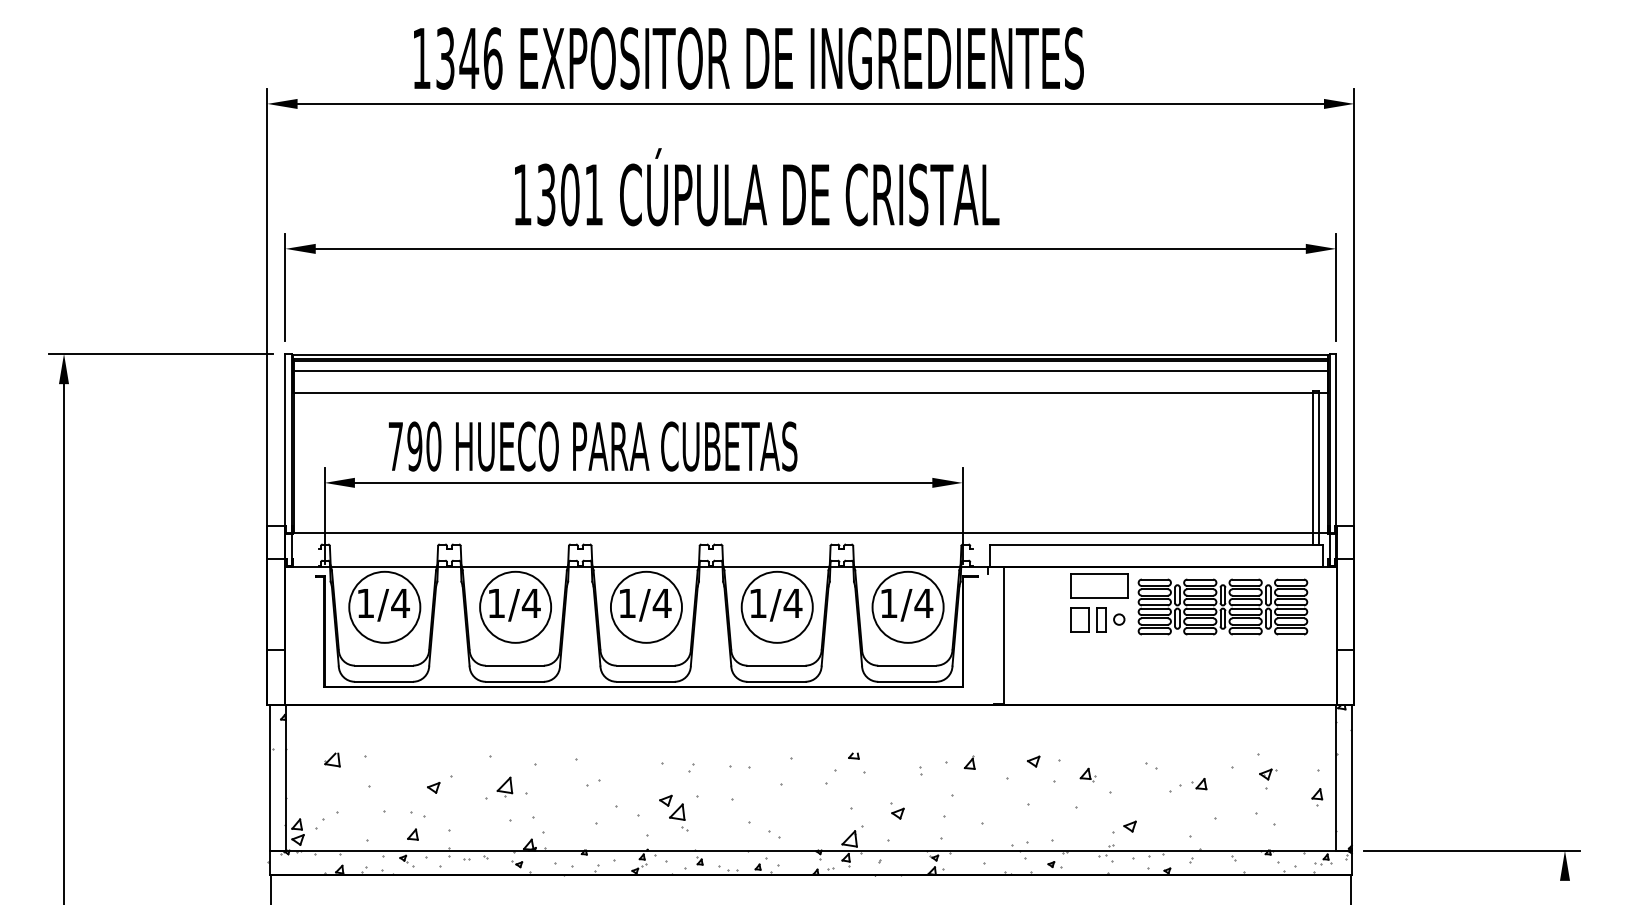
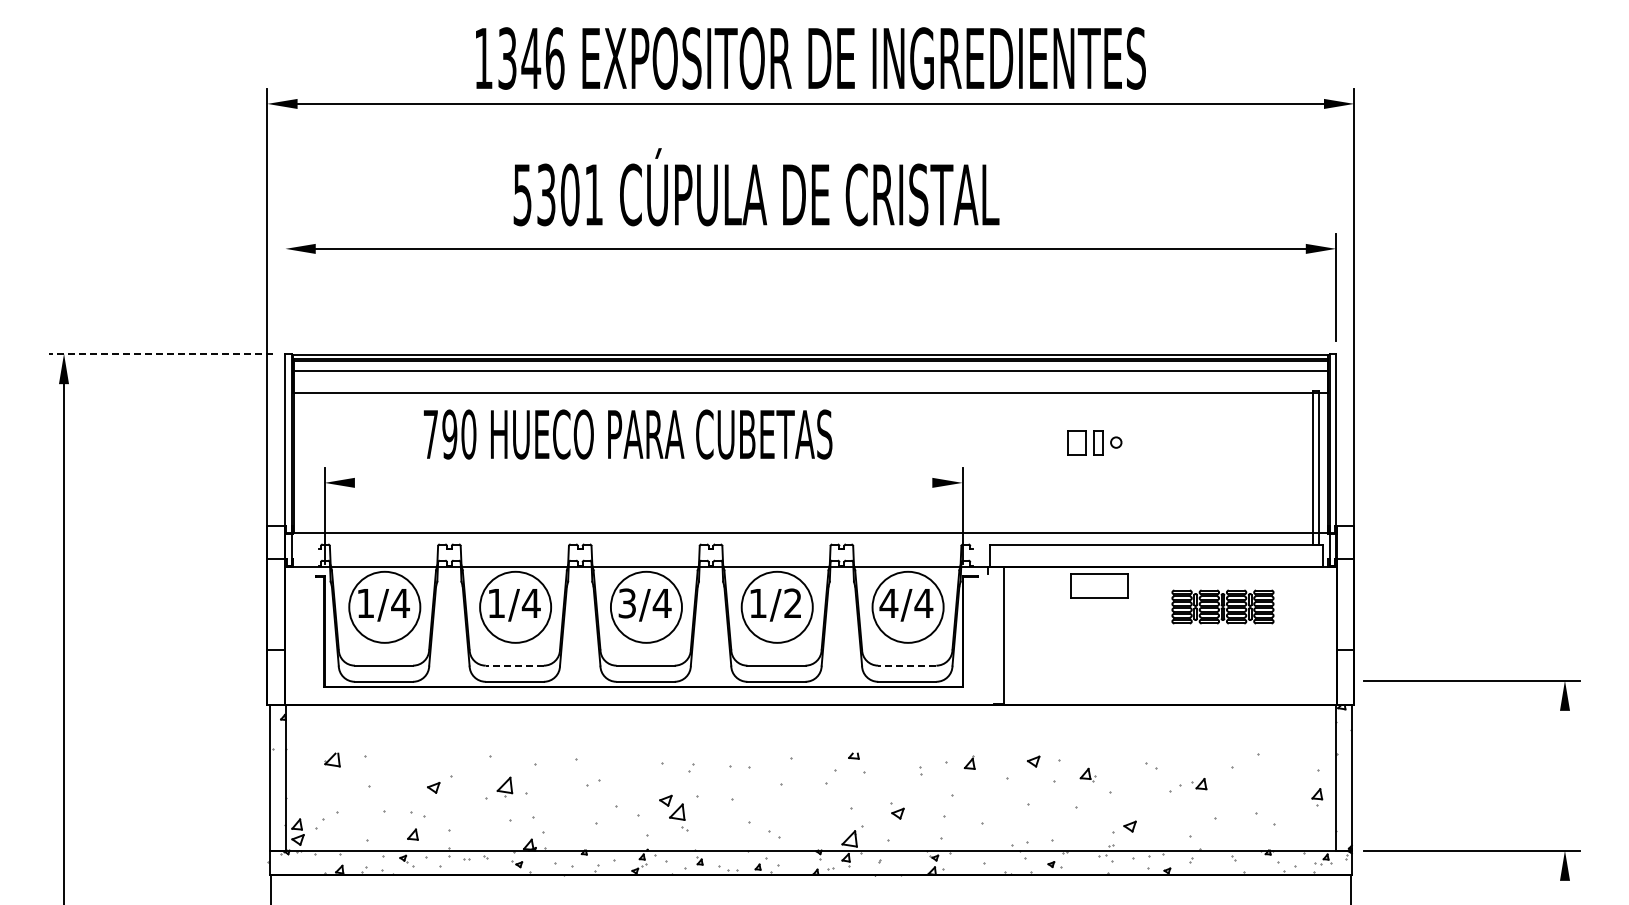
text at (748, 58) position: (748, 58) -> (810, 58)
text at (522, 195): 1301 -> 5301
line at (285, 287): present -> none
line at (160, 353): solid -> dashed
text at (592, 446) position: (592, 446) -> (627, 434)
line at (643, 482): present -> none
text at (792, 602): 1/4 -> 1/2
text at (626, 603): 1/4 -> 3/4
text at (888, 603): 1/4 -> 4/4
part at (1222, 606) size: 172x58 px -> 104x36 px
part at (1097, 619) position: (1097, 619) -> (1094, 442)
line at (514, 665): solid -> dashed
line at (906, 665): solid -> dashed
part at (1471, 681): none -> present
part at (1268, 778): present -> none
